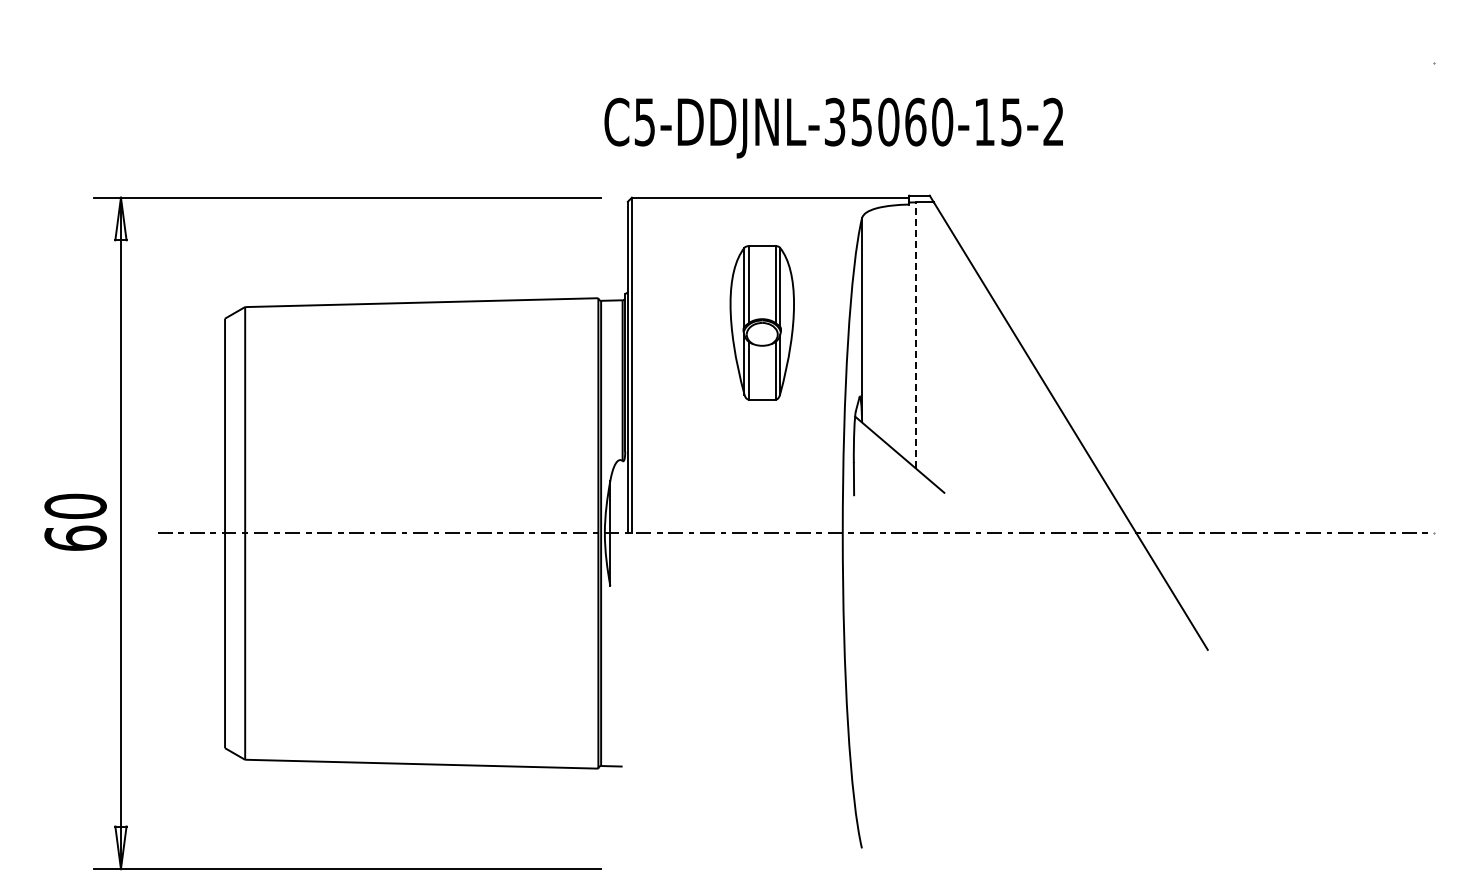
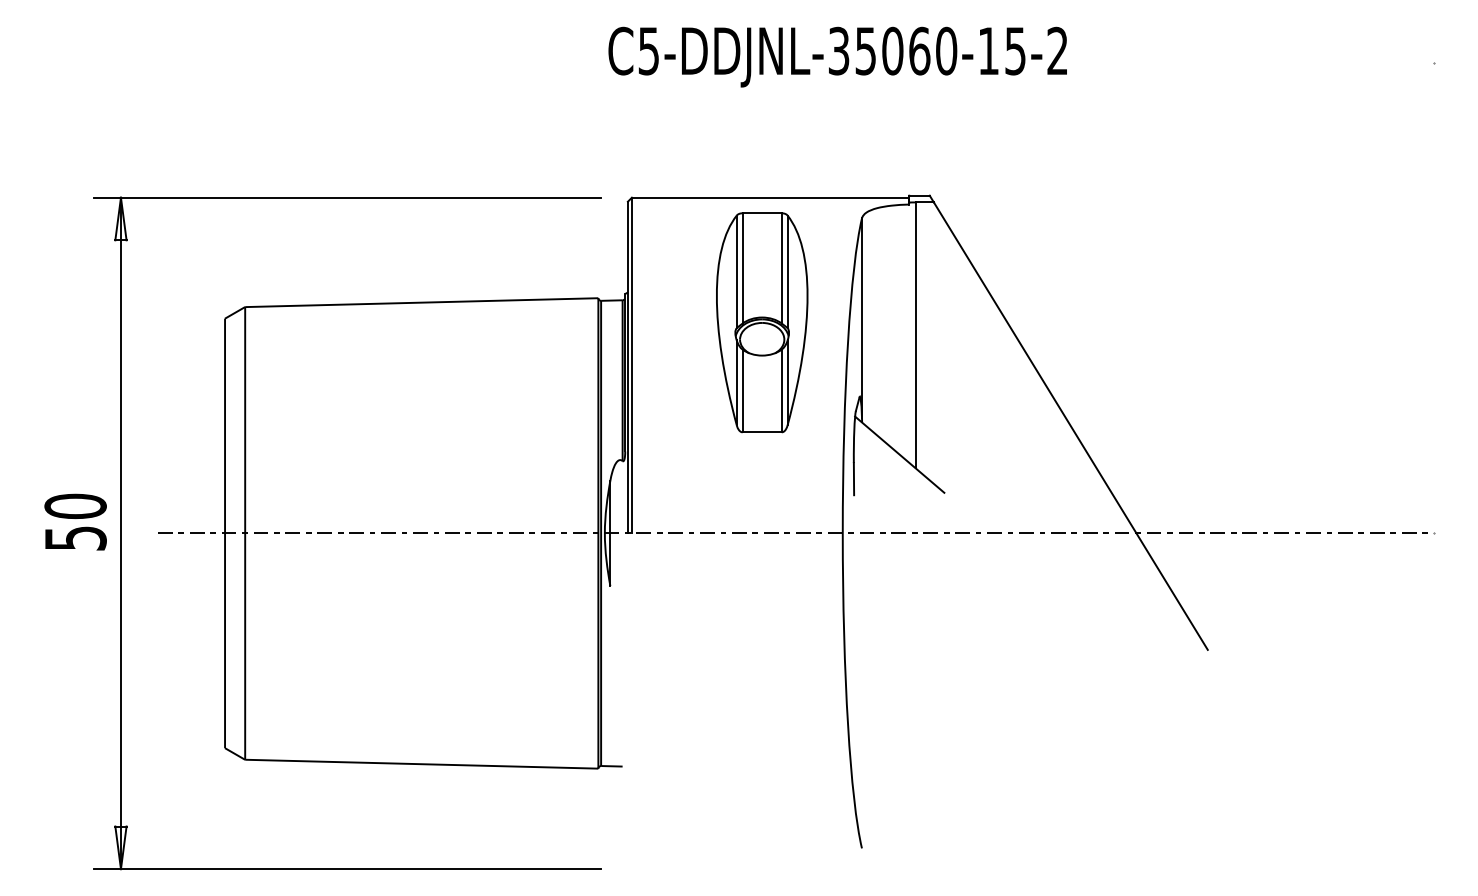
text at (833, 127) position: (833, 127) -> (837, 56)
part at (761, 322) size: 66x156 px -> 93x222 px
line at (915, 335): dashed -> solid
text at (75, 537): 60 -> 50
